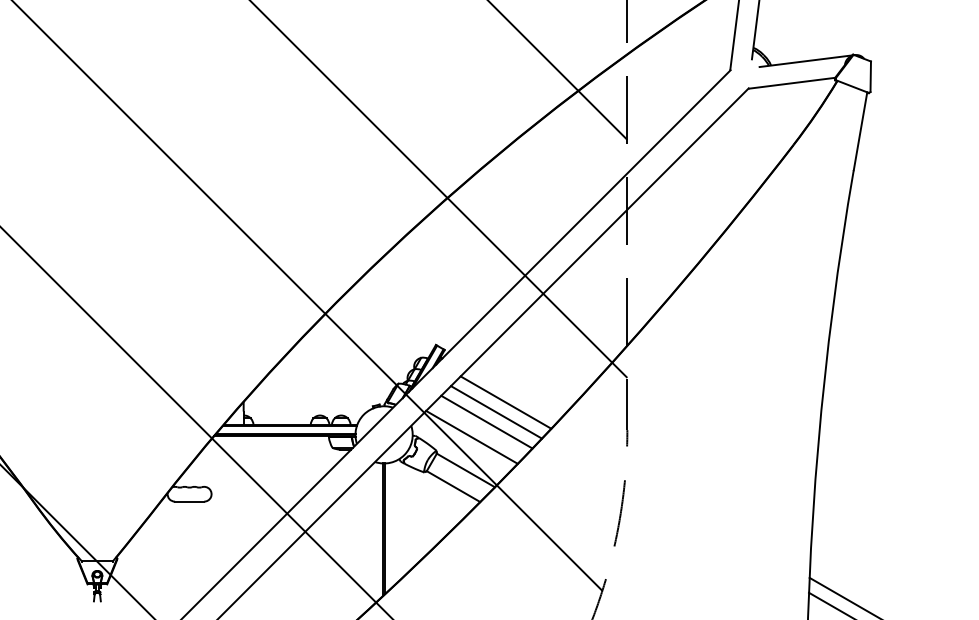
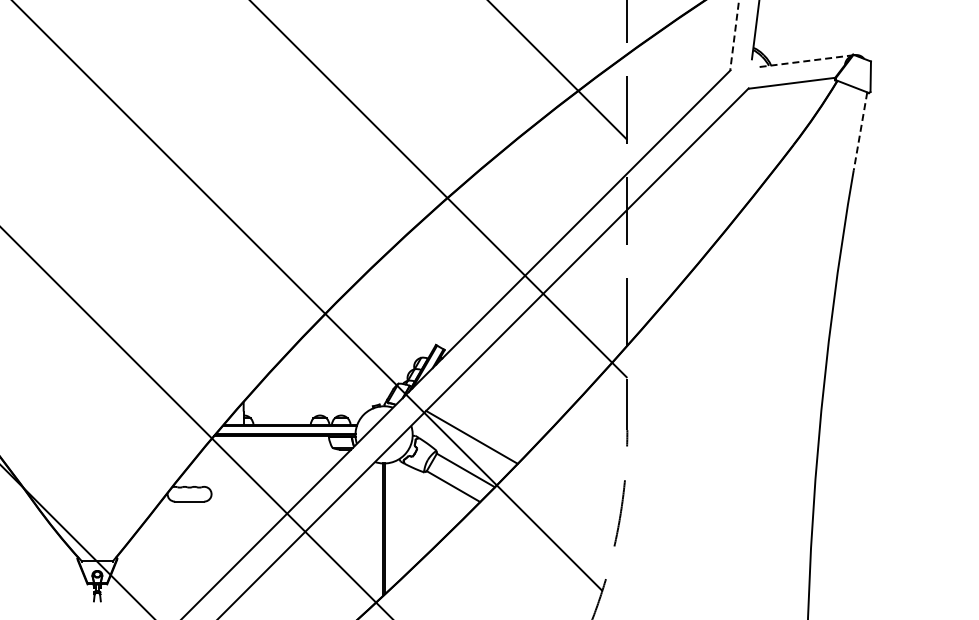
line at (734, 35): solid -> dashed
line at (805, 61): solid -> dashed
line at (860, 131): solid -> dashed
line at (505, 402): present -> none
line at (495, 412): present -> none
line at (486, 421): present -> none
line at (842, 596): present -> none
line at (829, 604): present -> none
